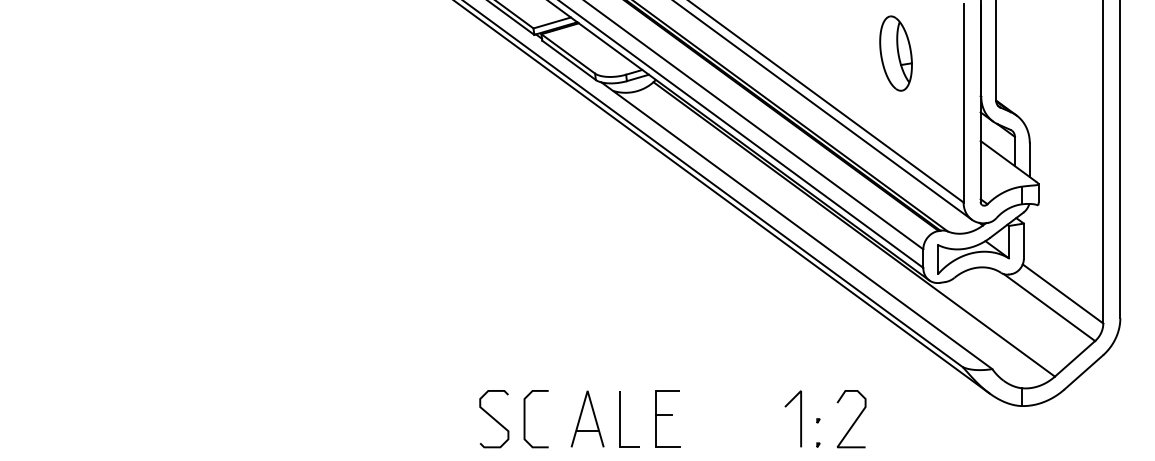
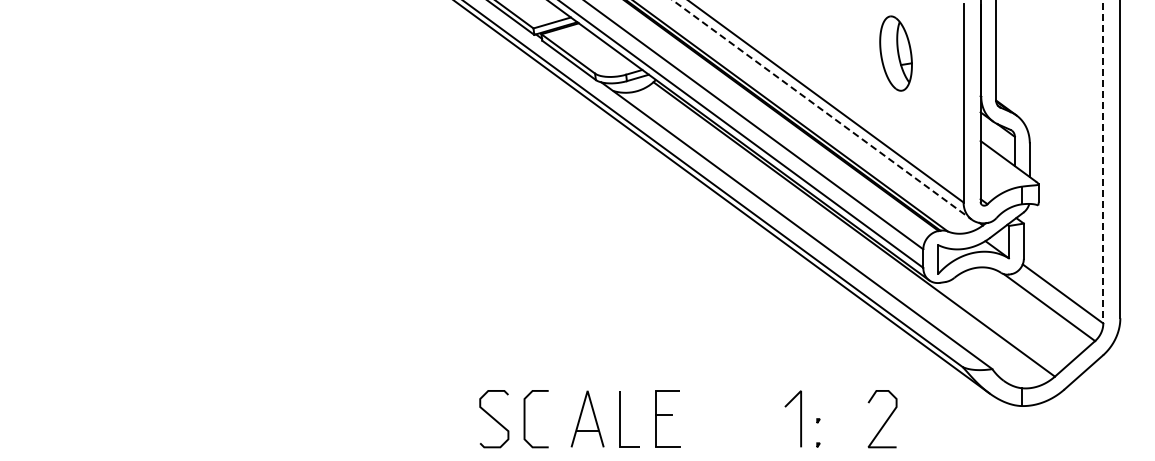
line at (822, 110): solid -> dashed
line at (1103, 162): solid -> dashed
curve at (854, 421) position: (854, 421) -> (885, 421)
